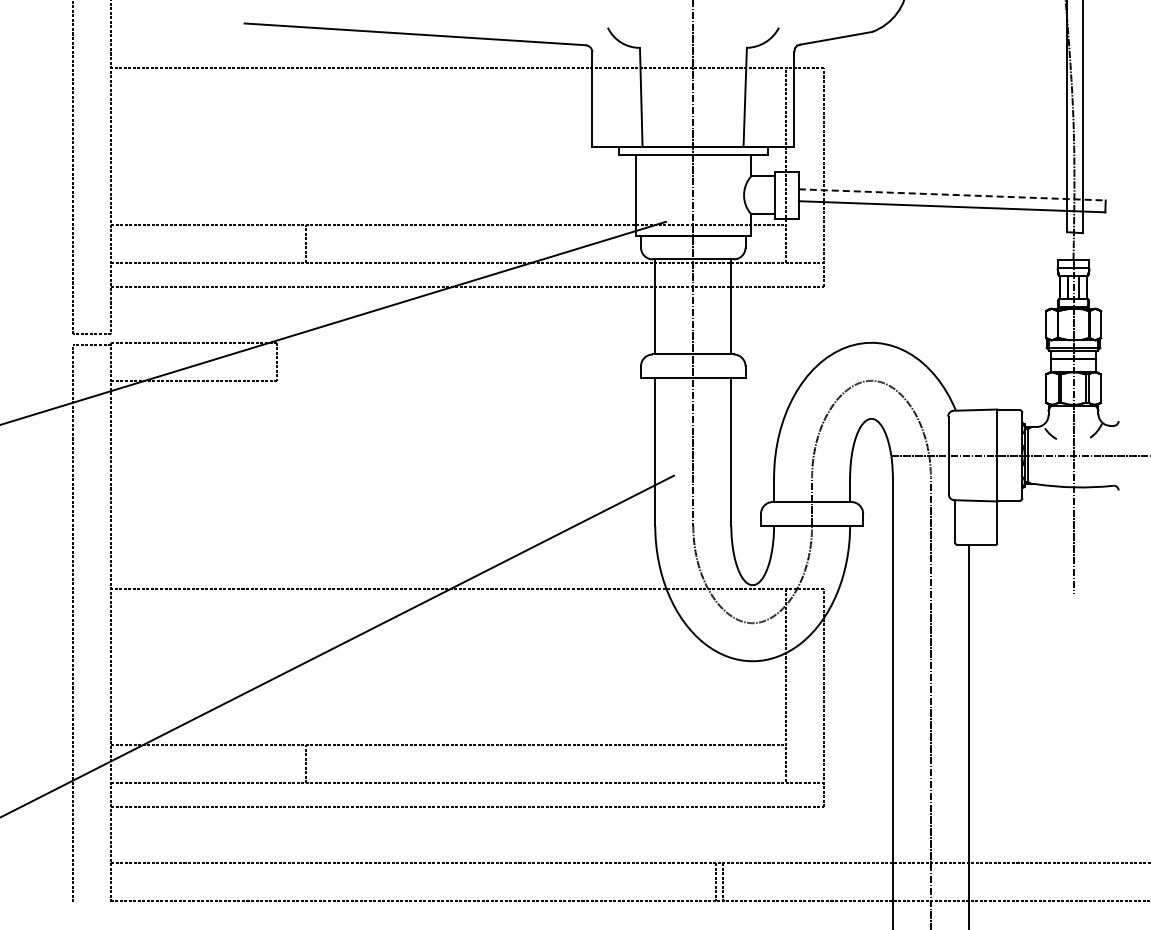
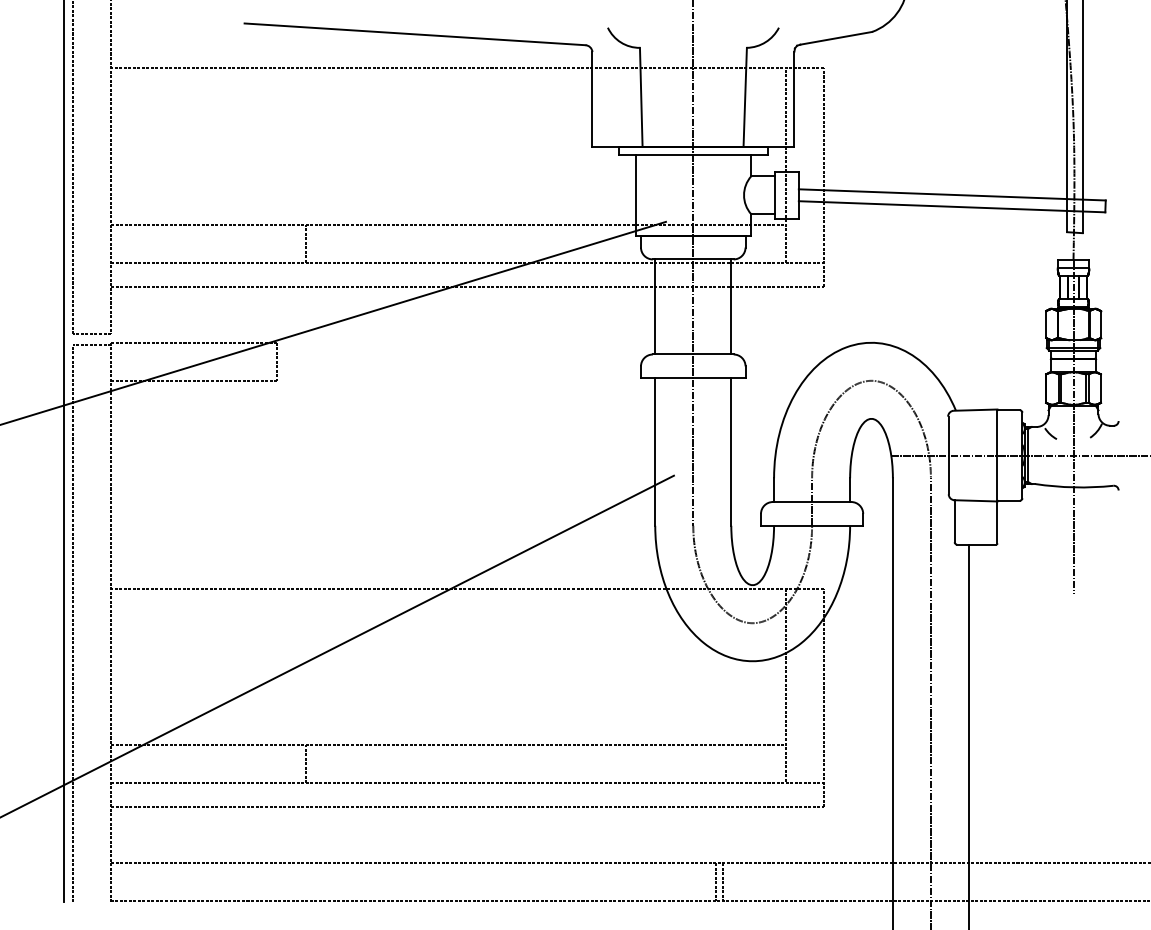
line at (952, 194): dashed -> solid
line at (63, 452): none -> present
